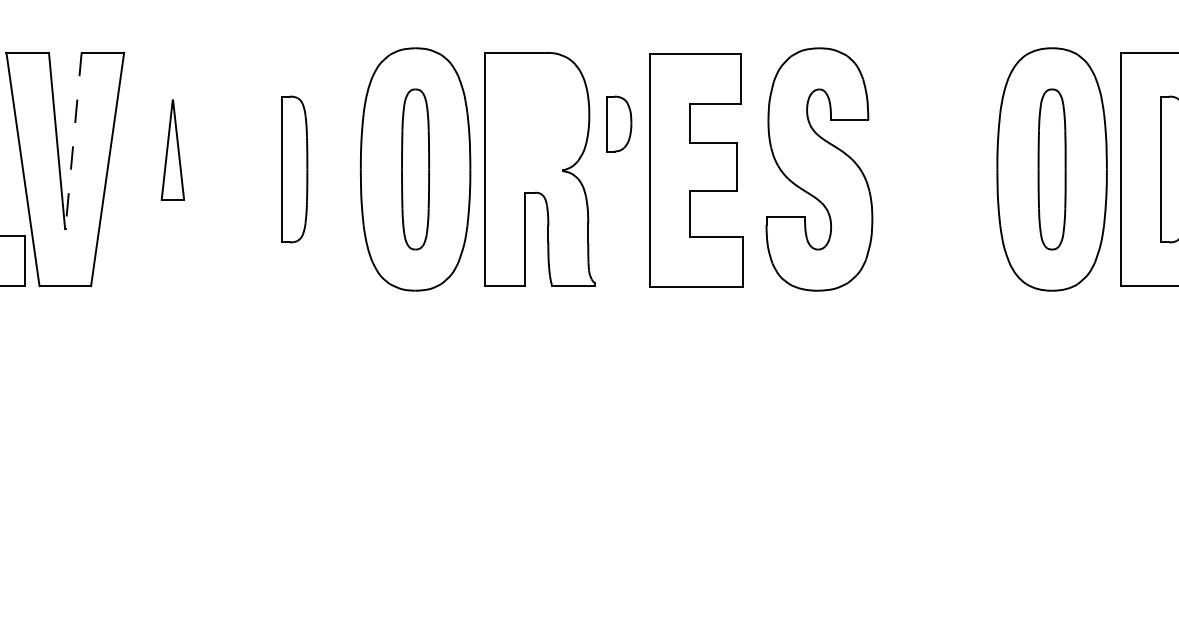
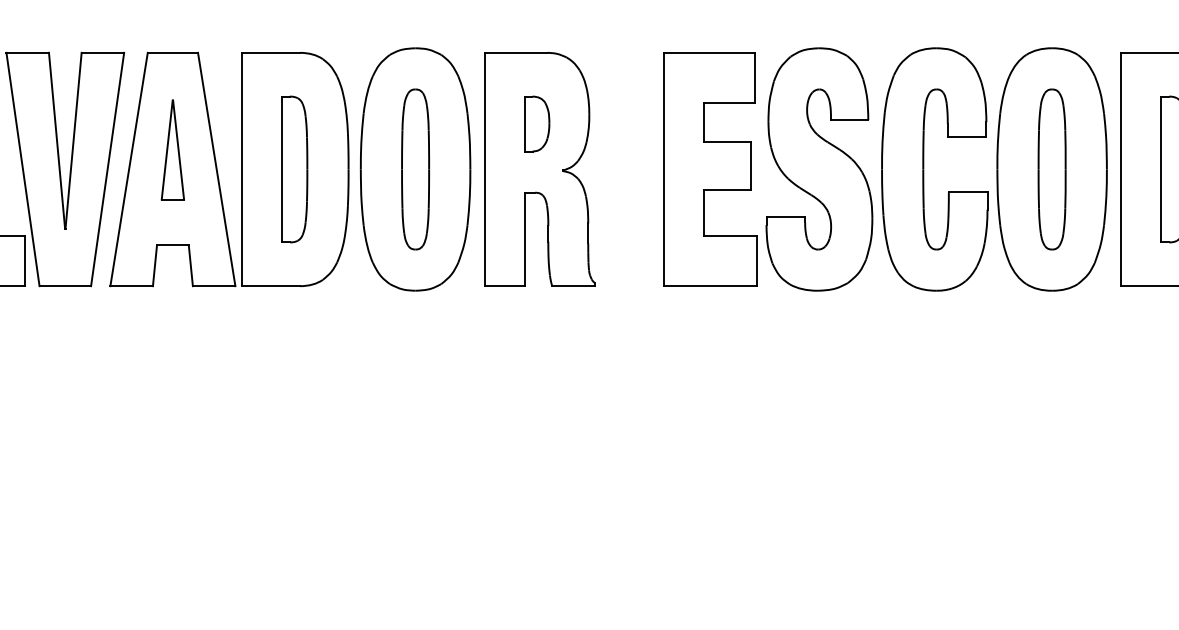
part at (619, 123) position: (619, 123) -> (537, 123)
line at (73, 141): dashed -> solid
part at (924, 169): none -> present
part at (696, 170) position: (696, 170) -> (710, 169)
part at (218, 172): none -> present
